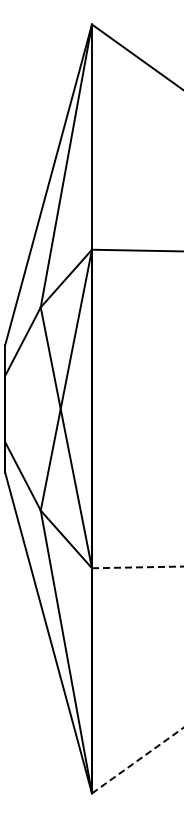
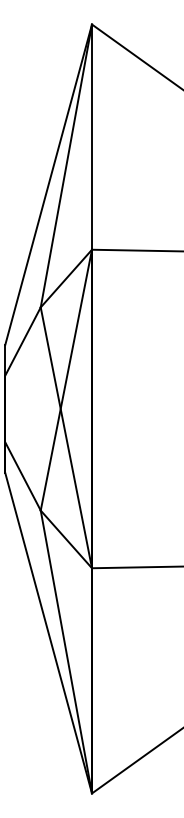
line at (137, 567): dashed -> solid
line at (138, 760): dashed -> solid
